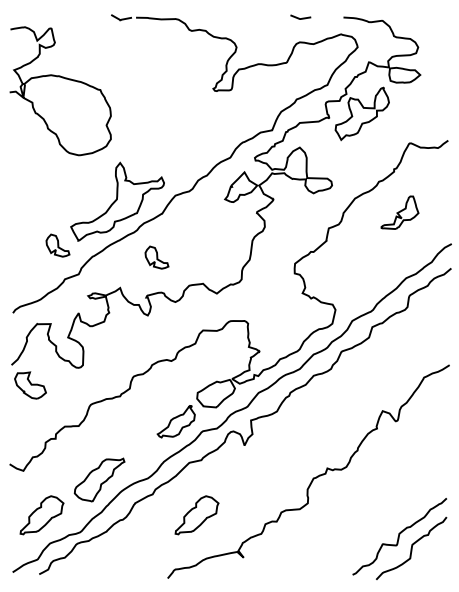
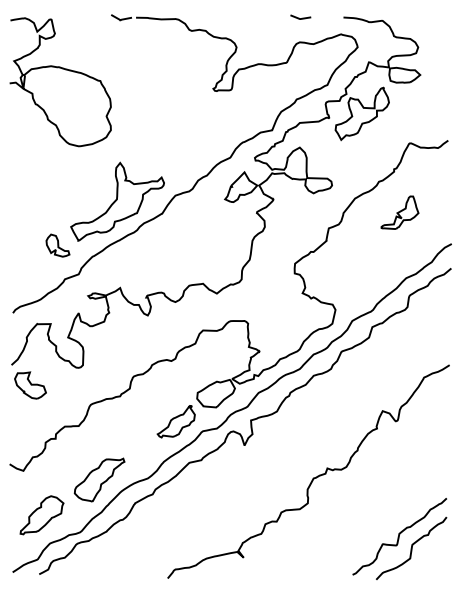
curve at (65, 79) position: (65, 79) -> (65, 70)
part at (156, 257): present -> none
part at (196, 515): present -> none
